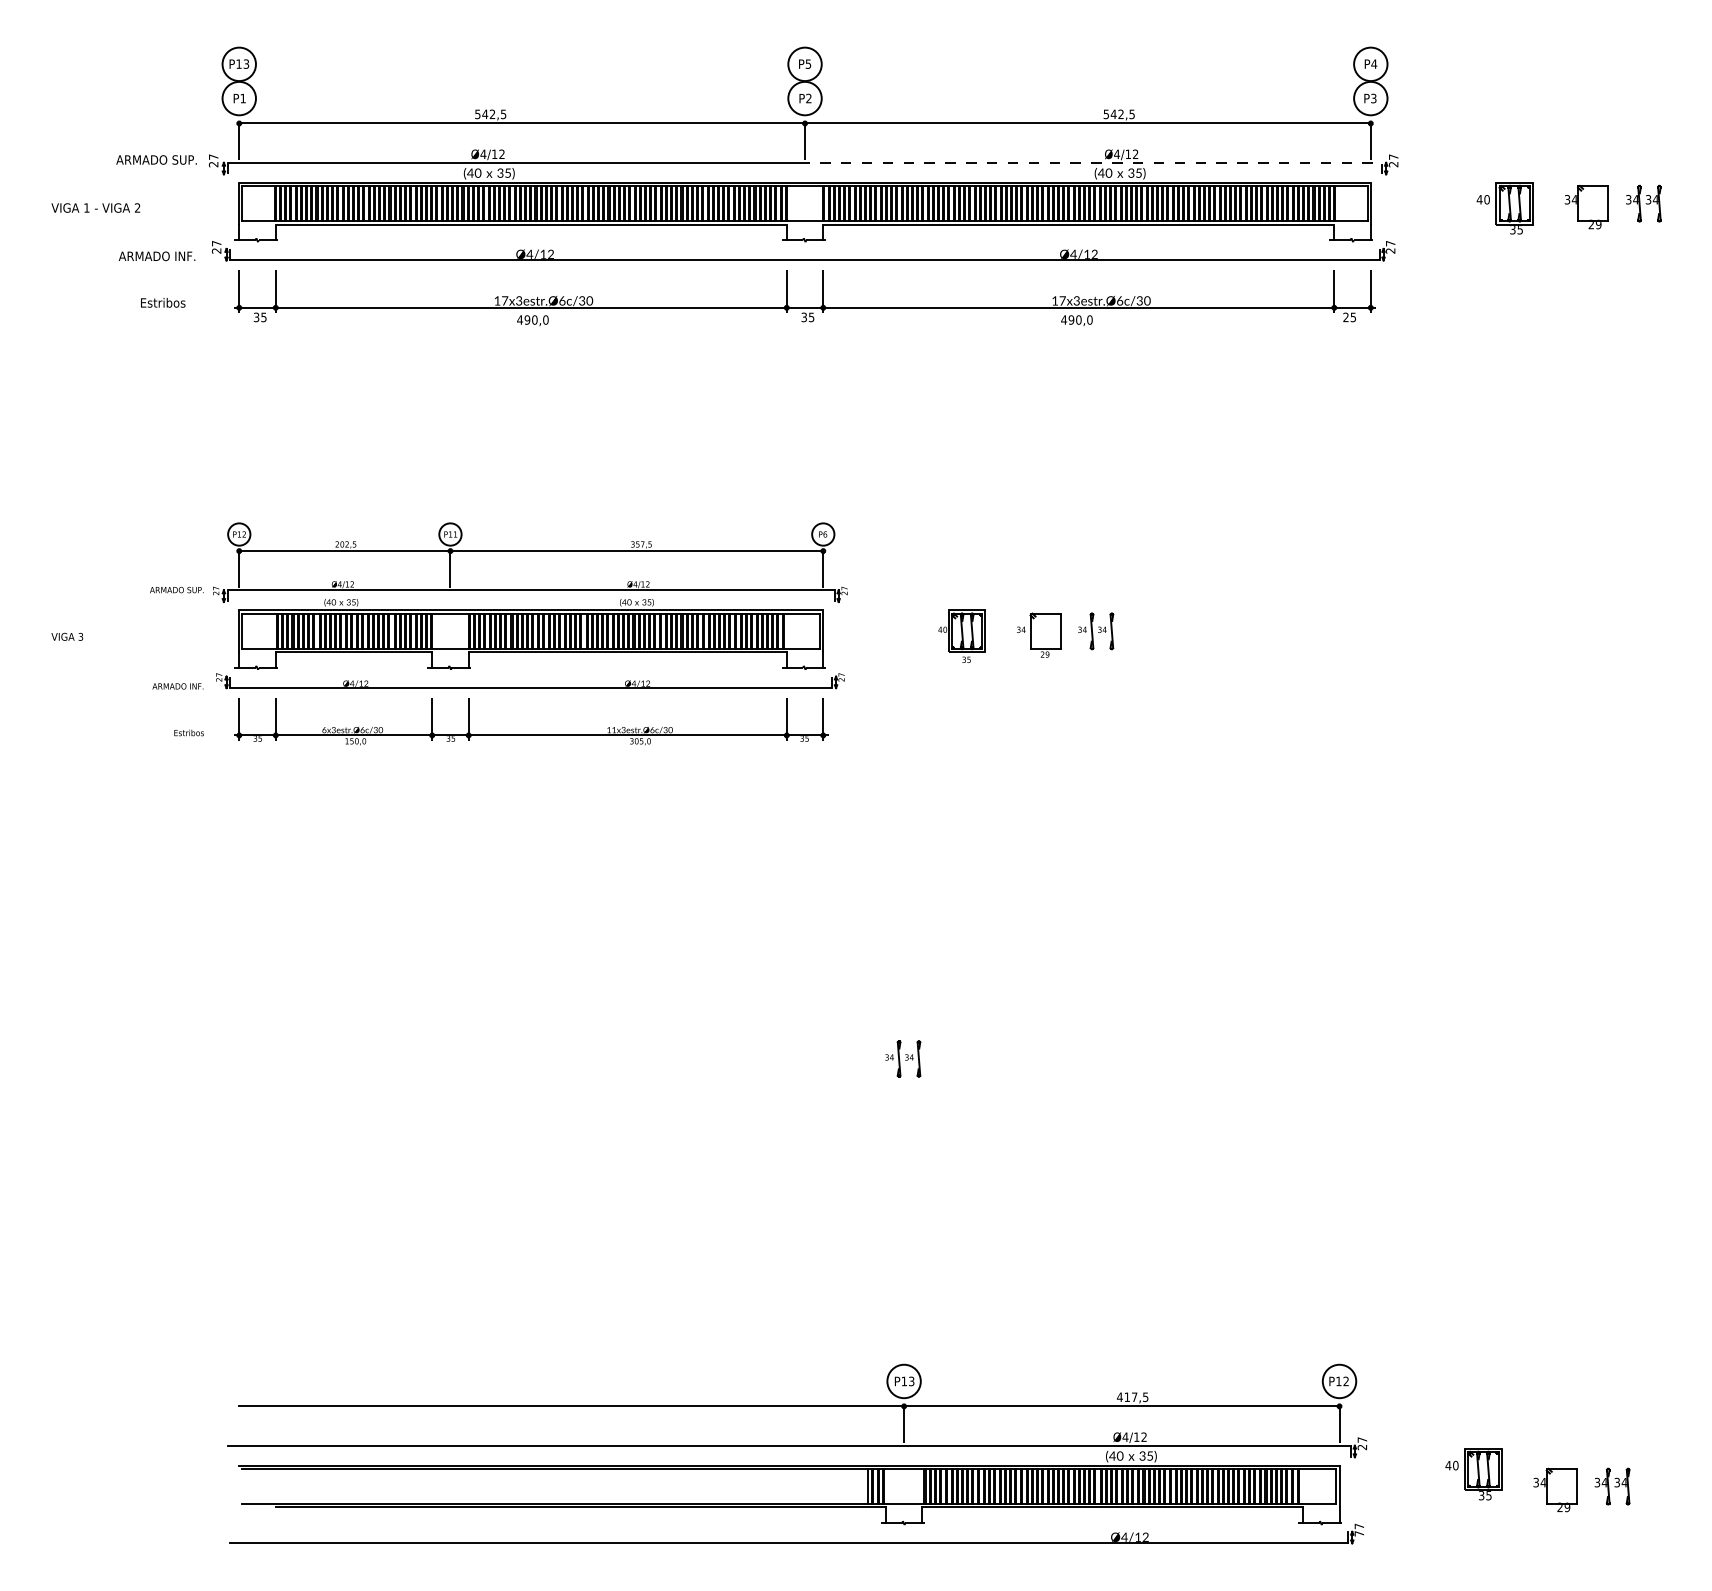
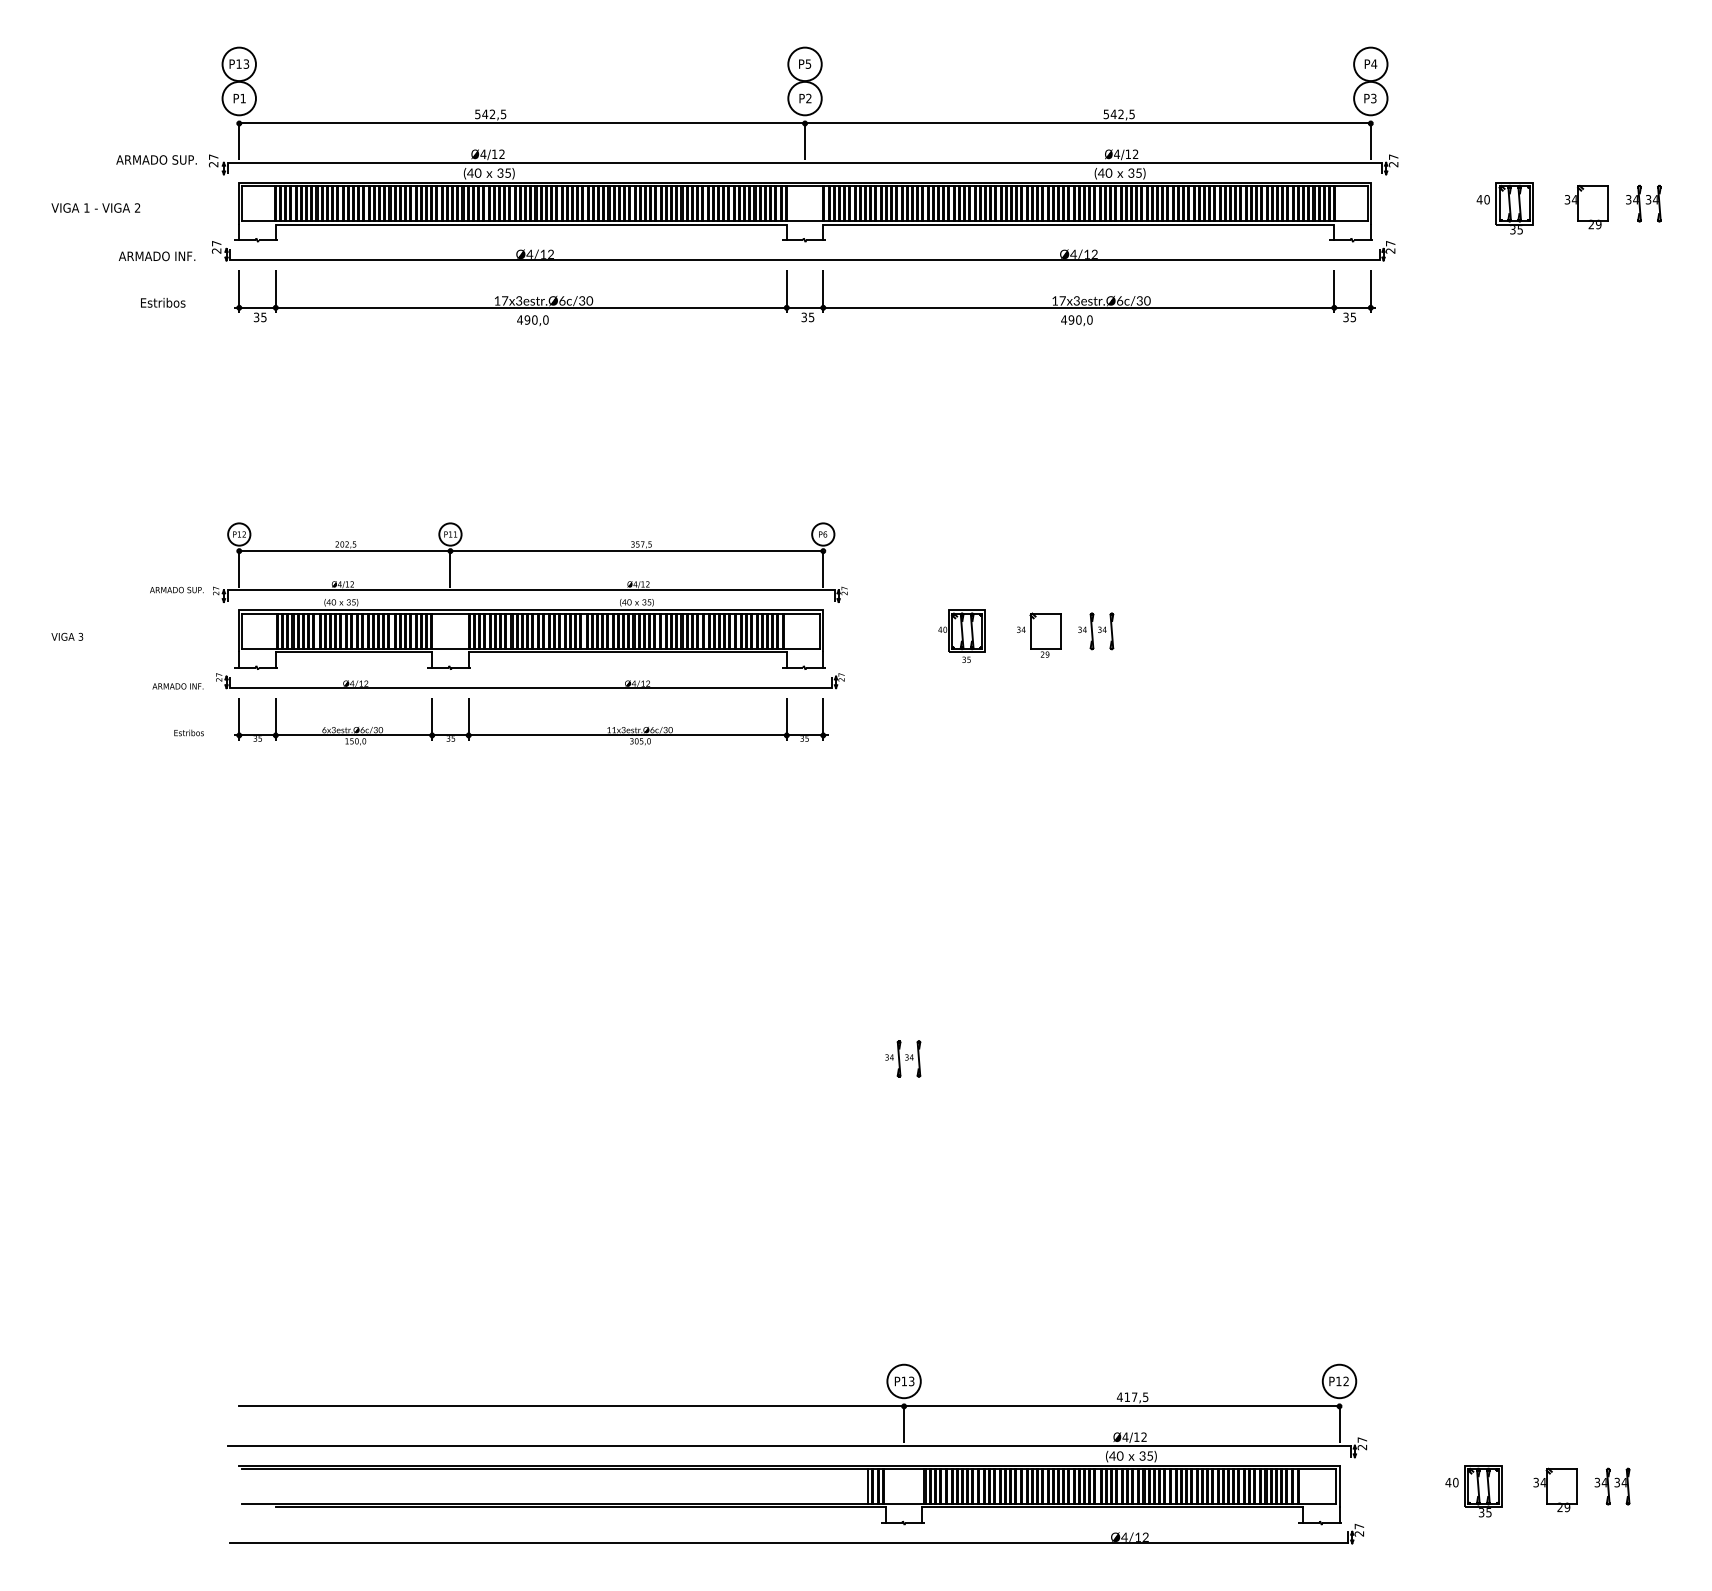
line at (1099, 162): dashed -> solid
text at (1345, 317): 25 -> 35
part at (1473, 1474) position: (1473, 1474) -> (1473, 1491)
text at (1359, 1533): 77 -> 27
